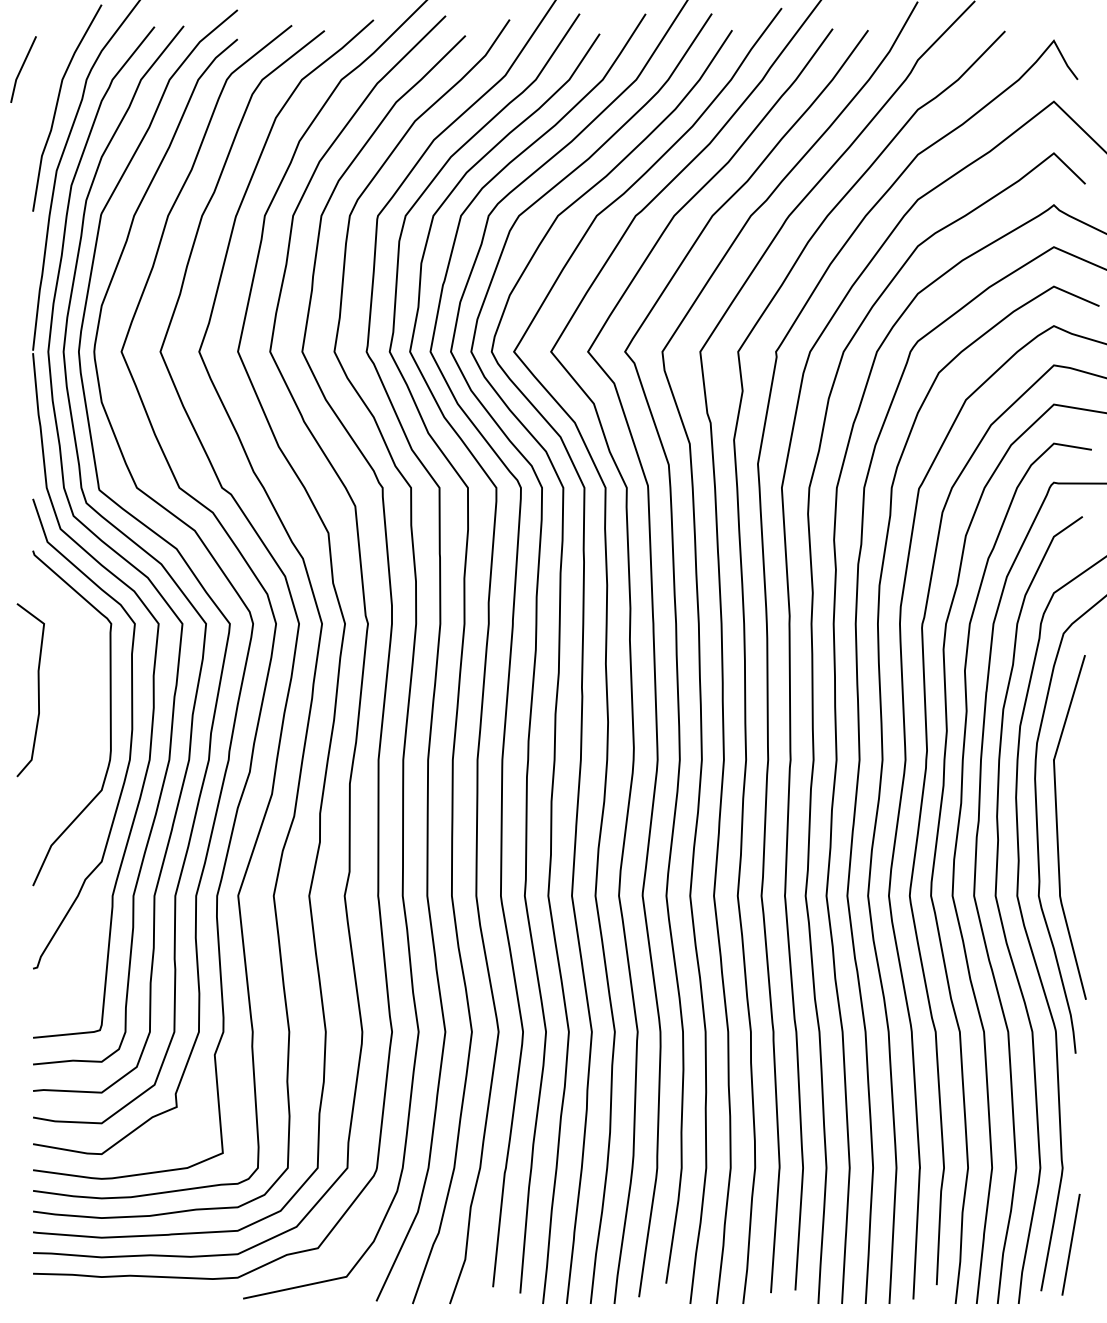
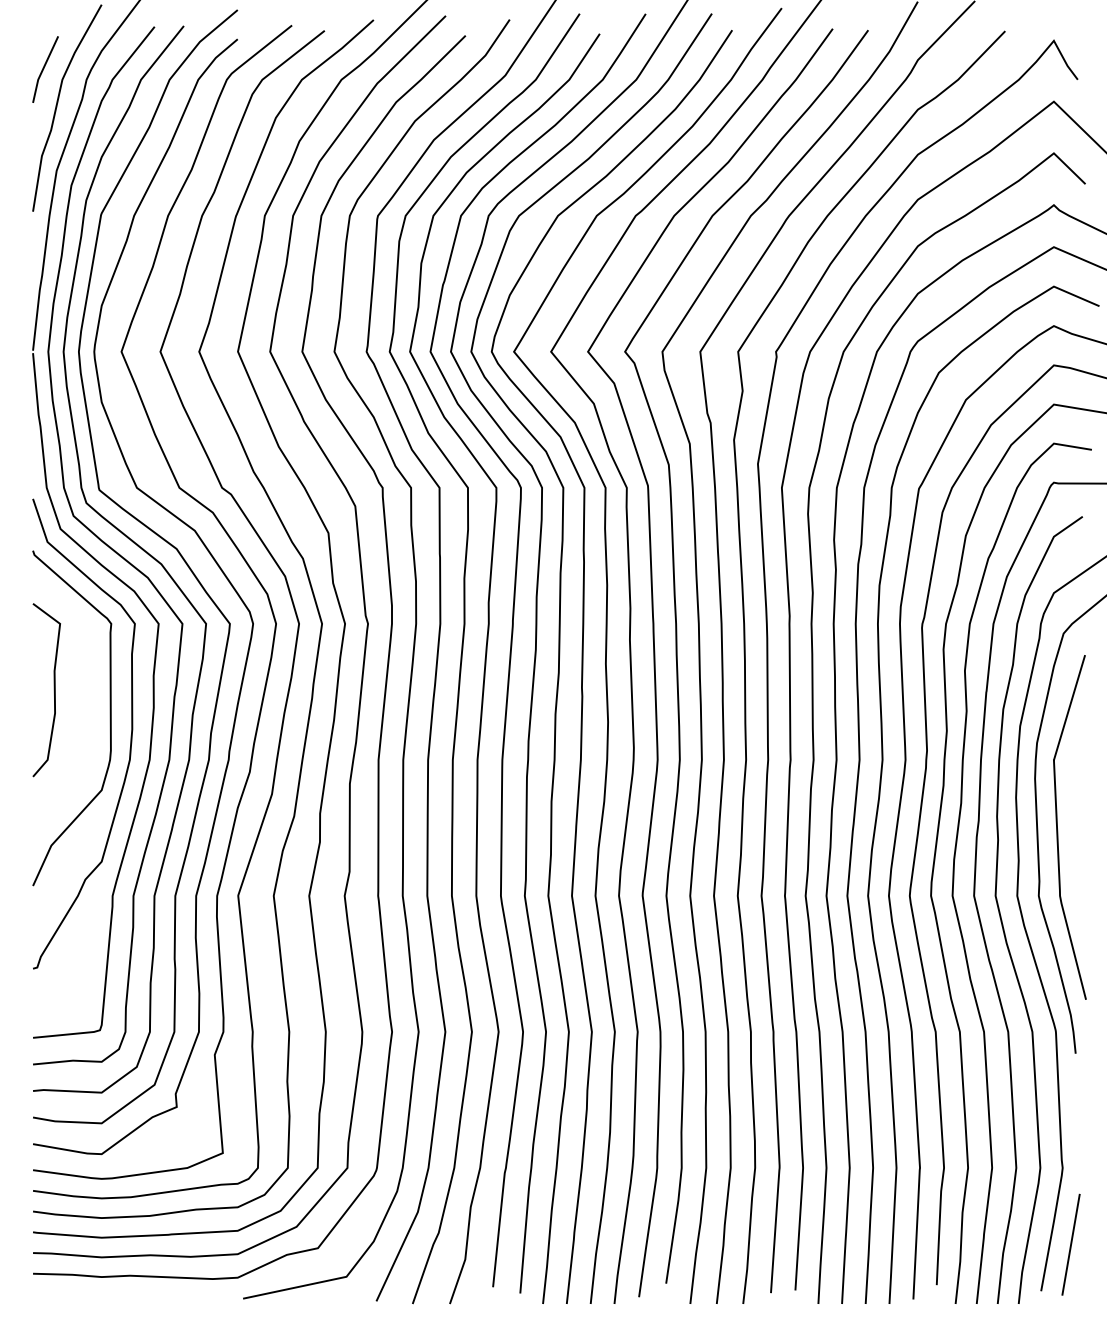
line at (22, 68) position: (22, 68) -> (44, 68)
curve at (37, 690) position: (37, 690) -> (53, 690)
